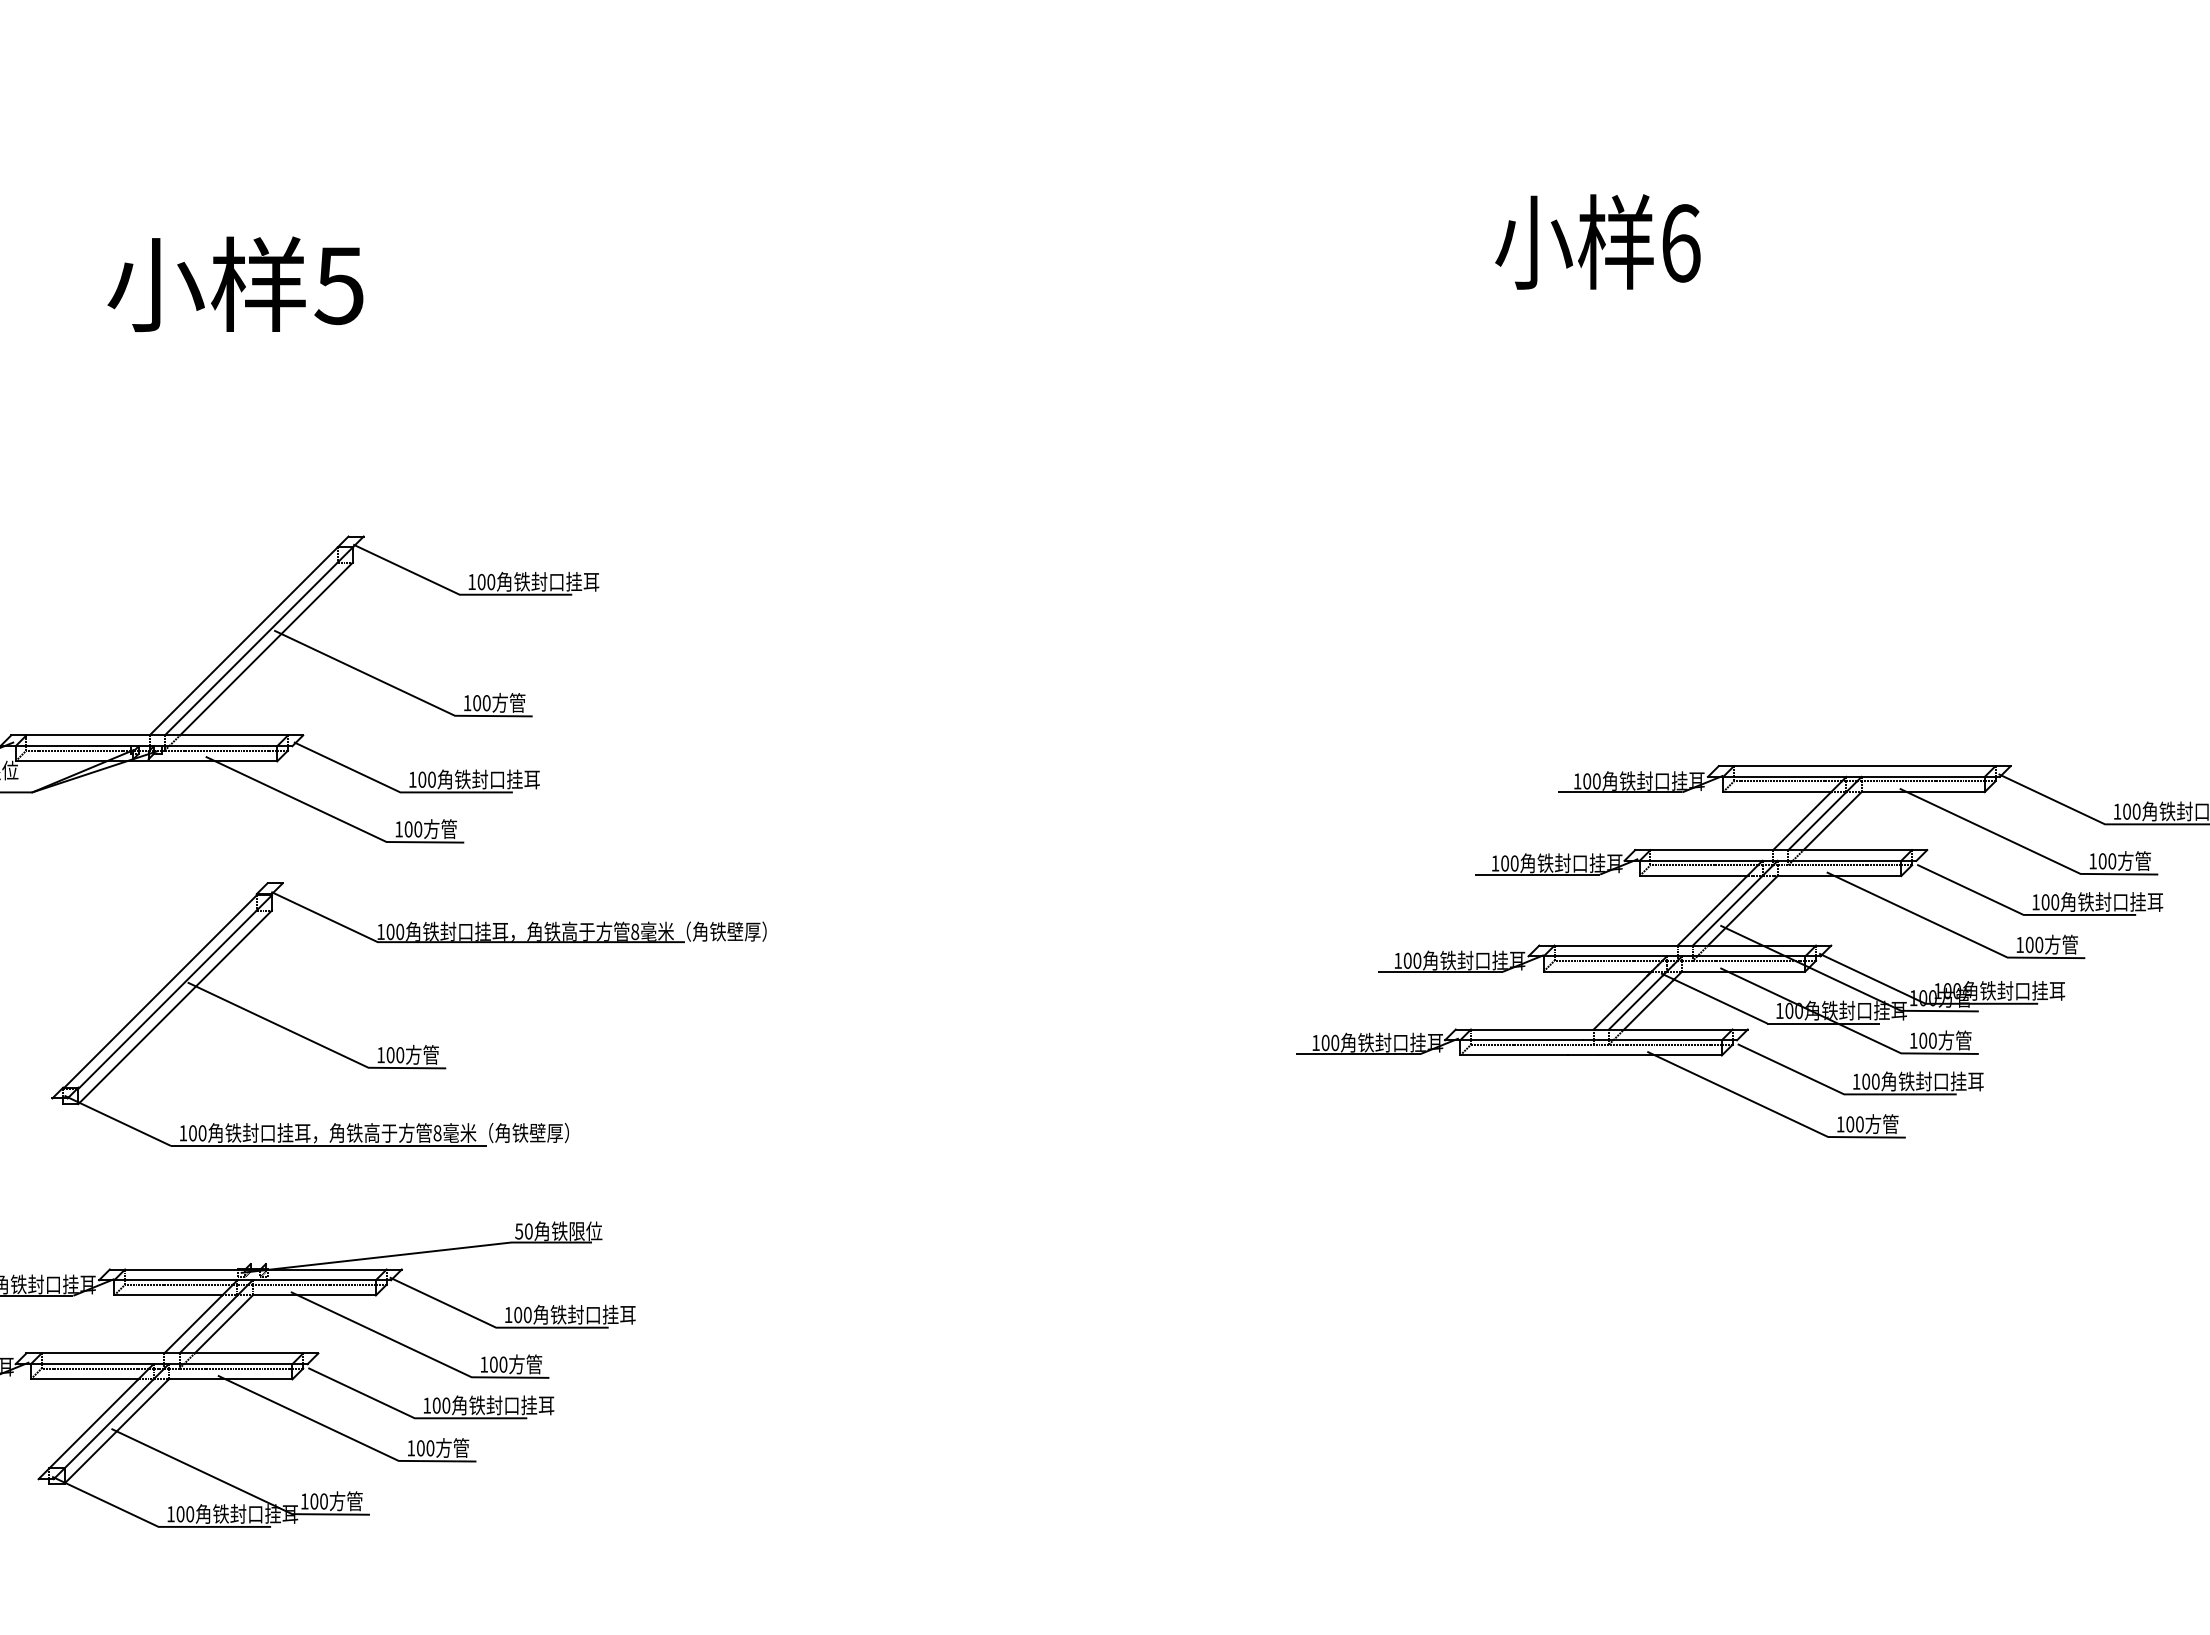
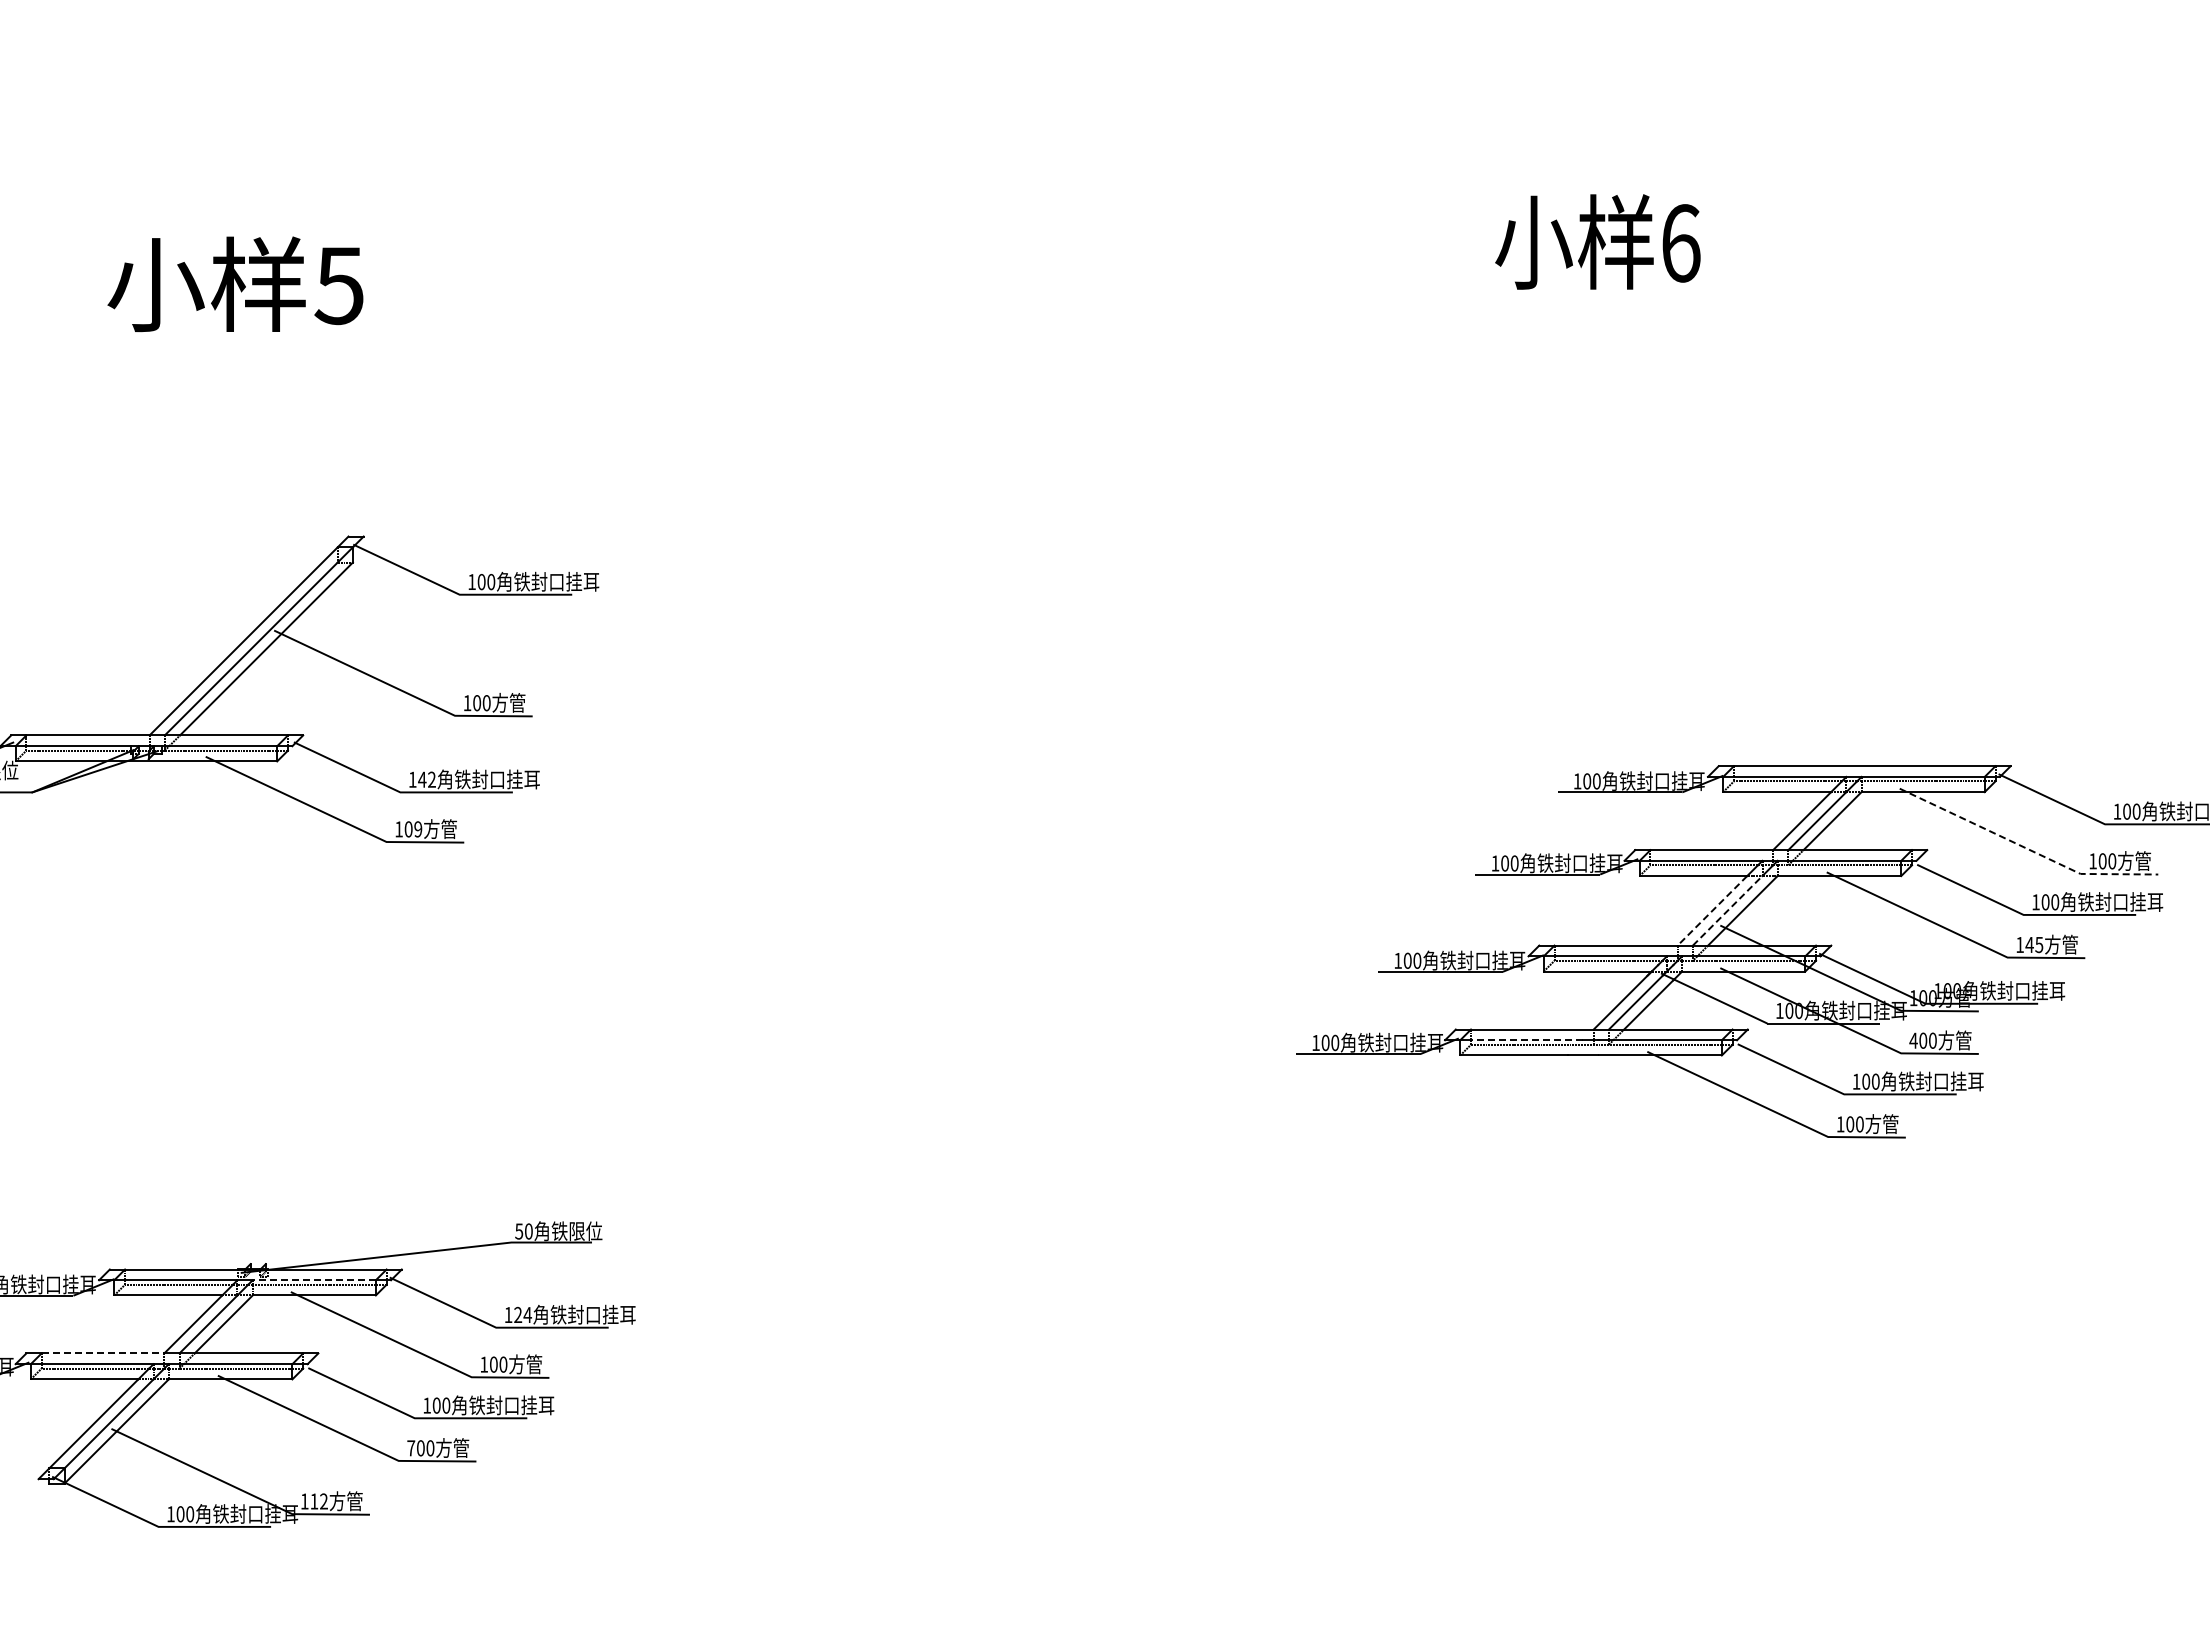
text at (426, 779): 100 -> 142
text at (418, 829): 100 -> 109
line at (2026, 848): solid -> dashed
line at (1728, 910): solid -> dashed
line at (1712, 911): solid -> dashed
text at (2034, 944): 100 -> 145
line at (1527, 1040): solid -> dashed
text at (1913, 1040): 100 -> 400
part at (413, 1044): present -> none
line at (314, 1280): solid -> dashed
text at (523, 1314): 100 -> 124
line at (103, 1353): solid -> dashed
text at (411, 1448): 100 -> 700
text at (318, 1501): 100 -> 112
